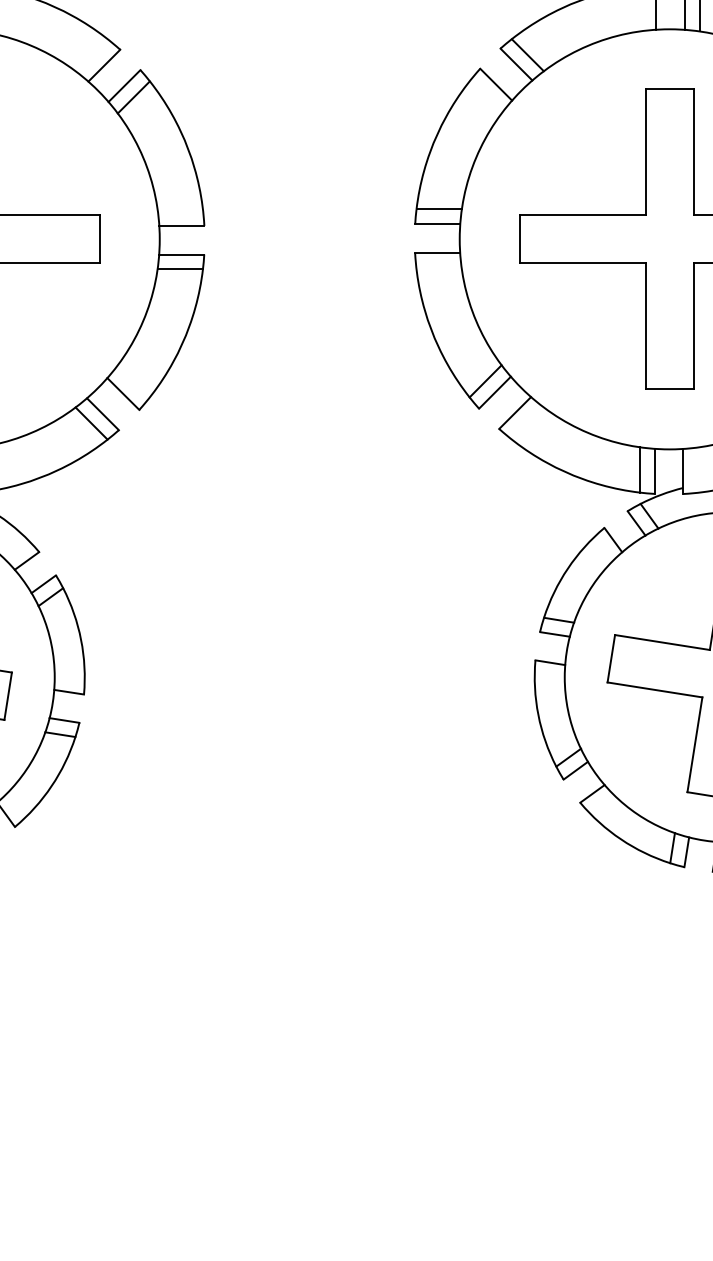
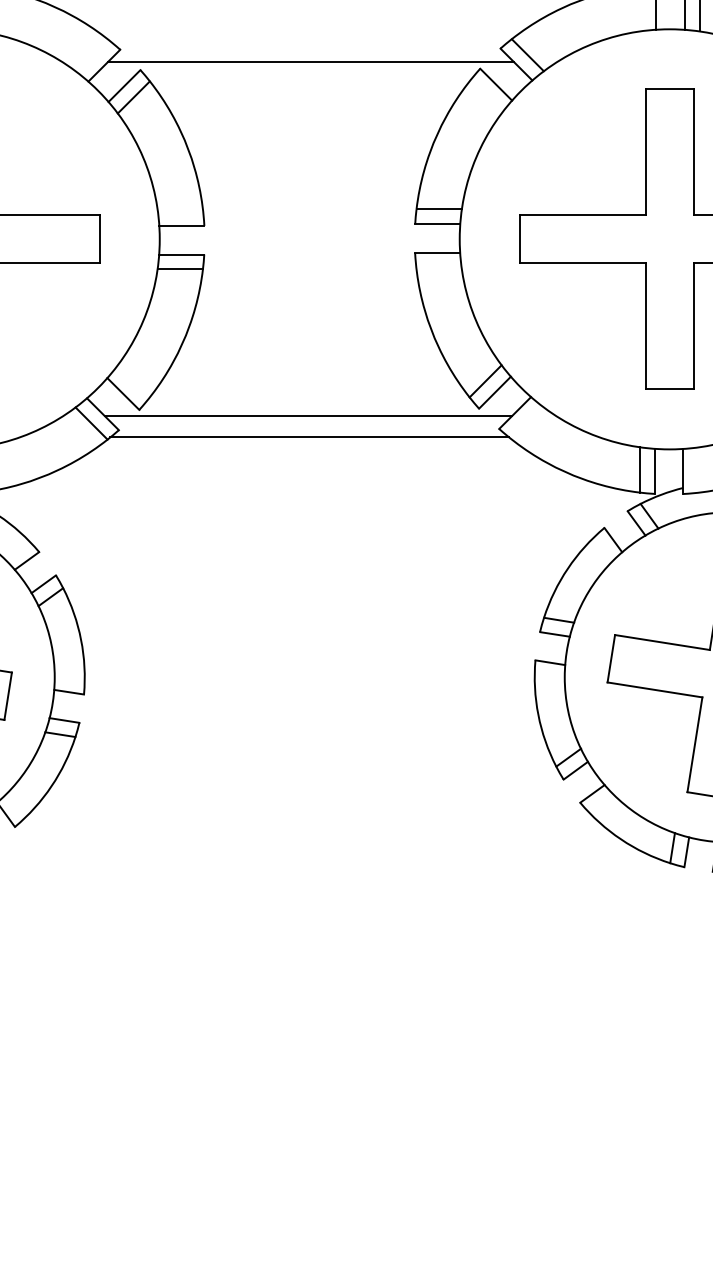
line at (310, 62): none -> present
line at (308, 416): none -> present
line at (309, 437): none -> present
